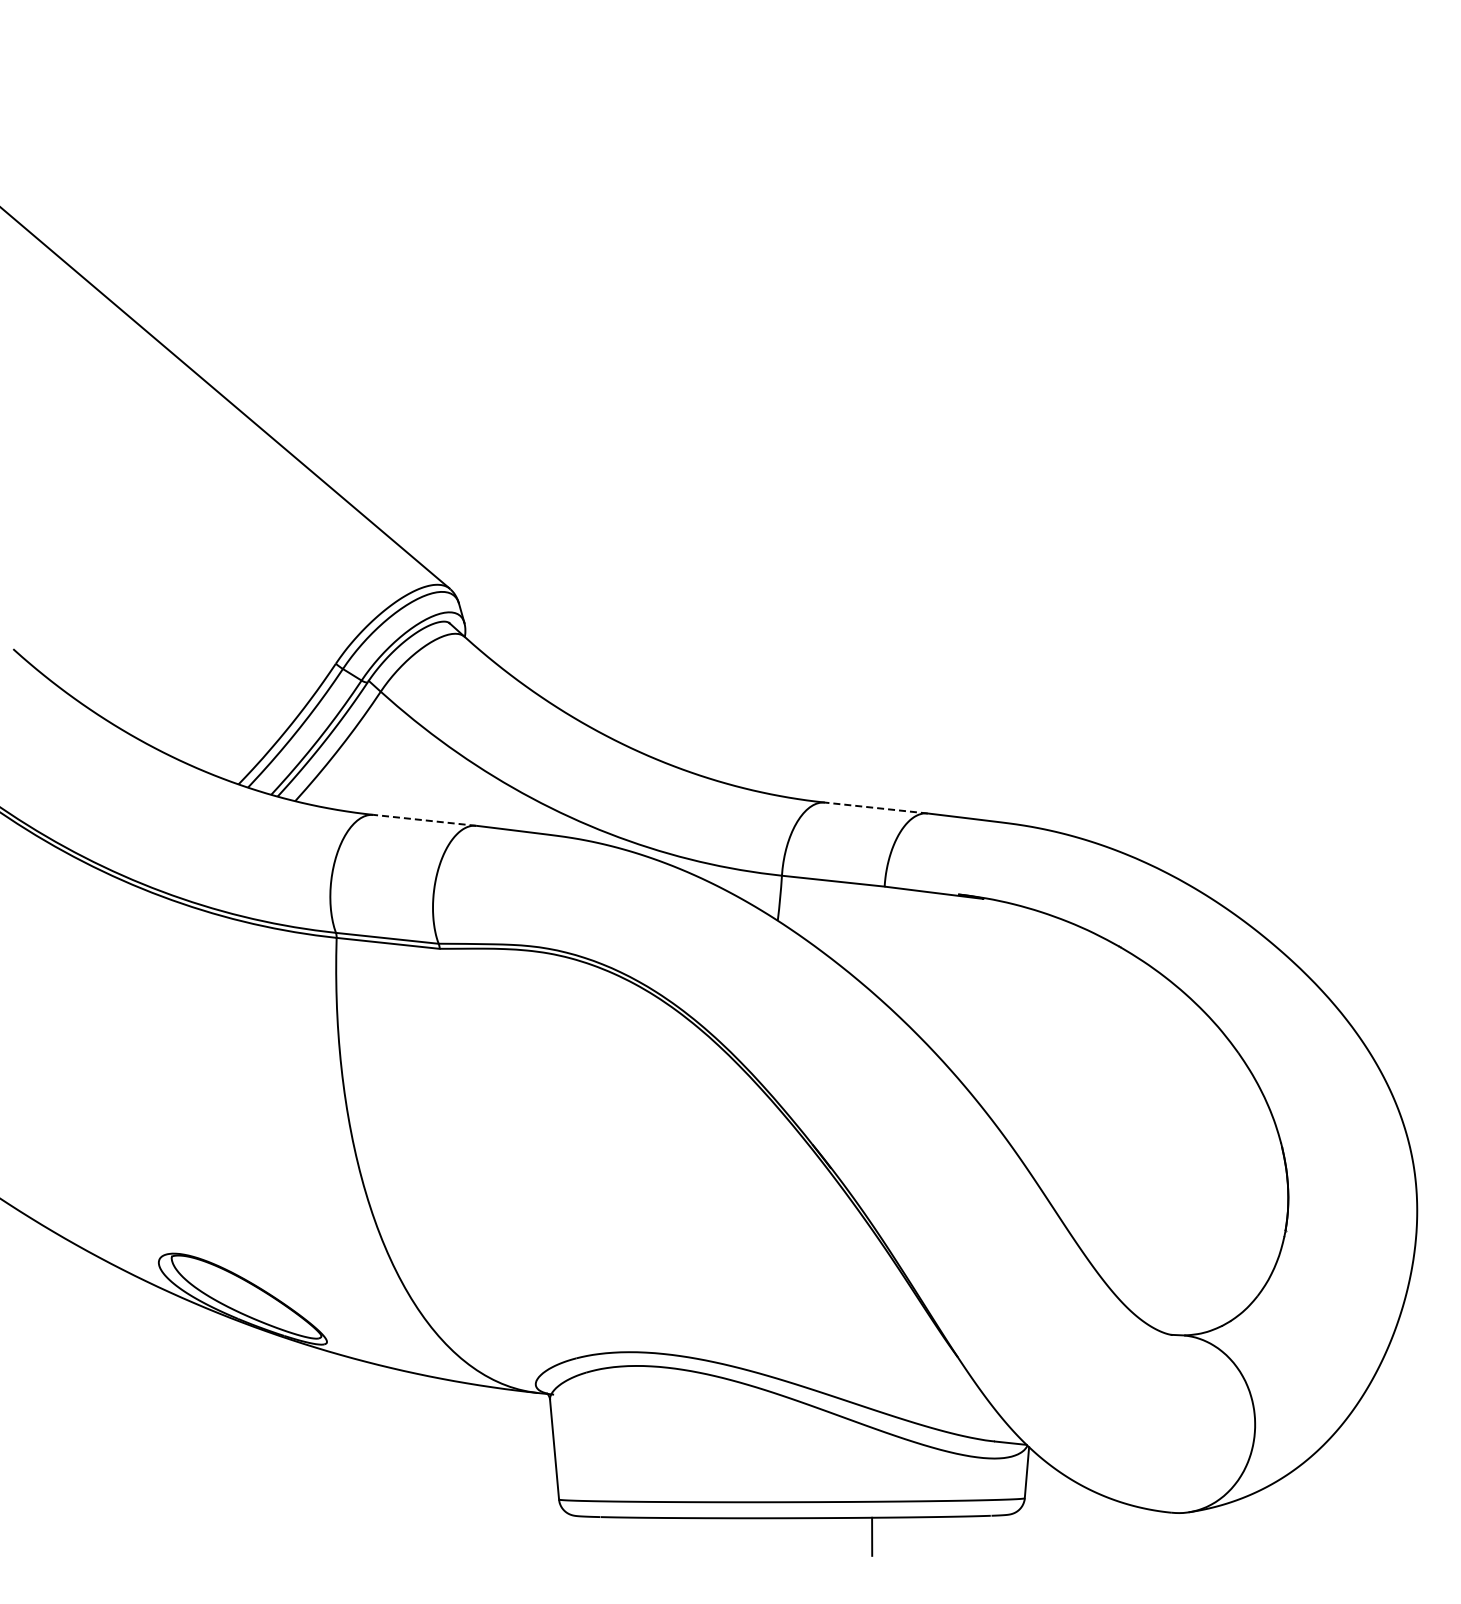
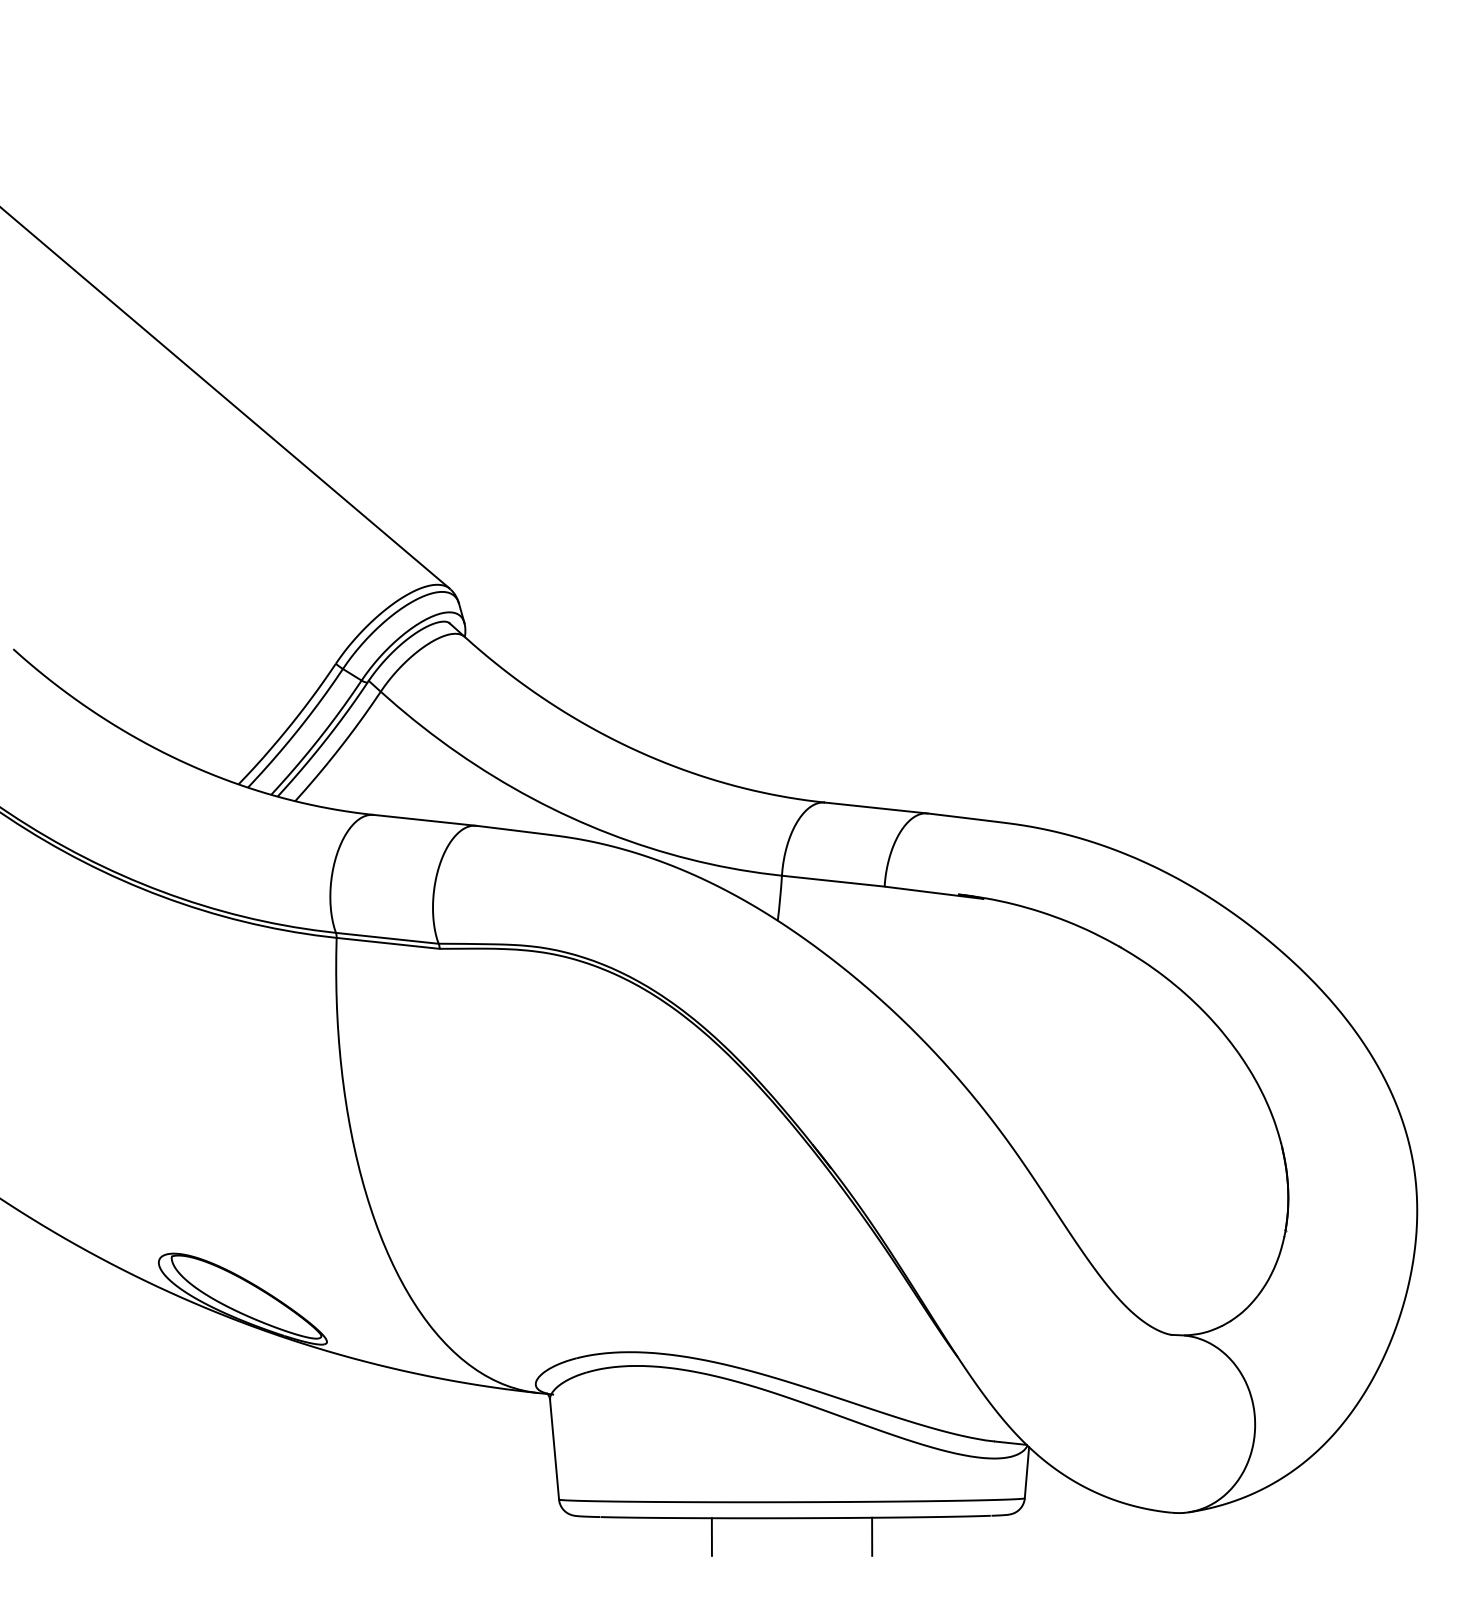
line at (876, 808): dashed -> solid
line at (425, 820): dashed -> solid
line at (711, 1536): none -> present
